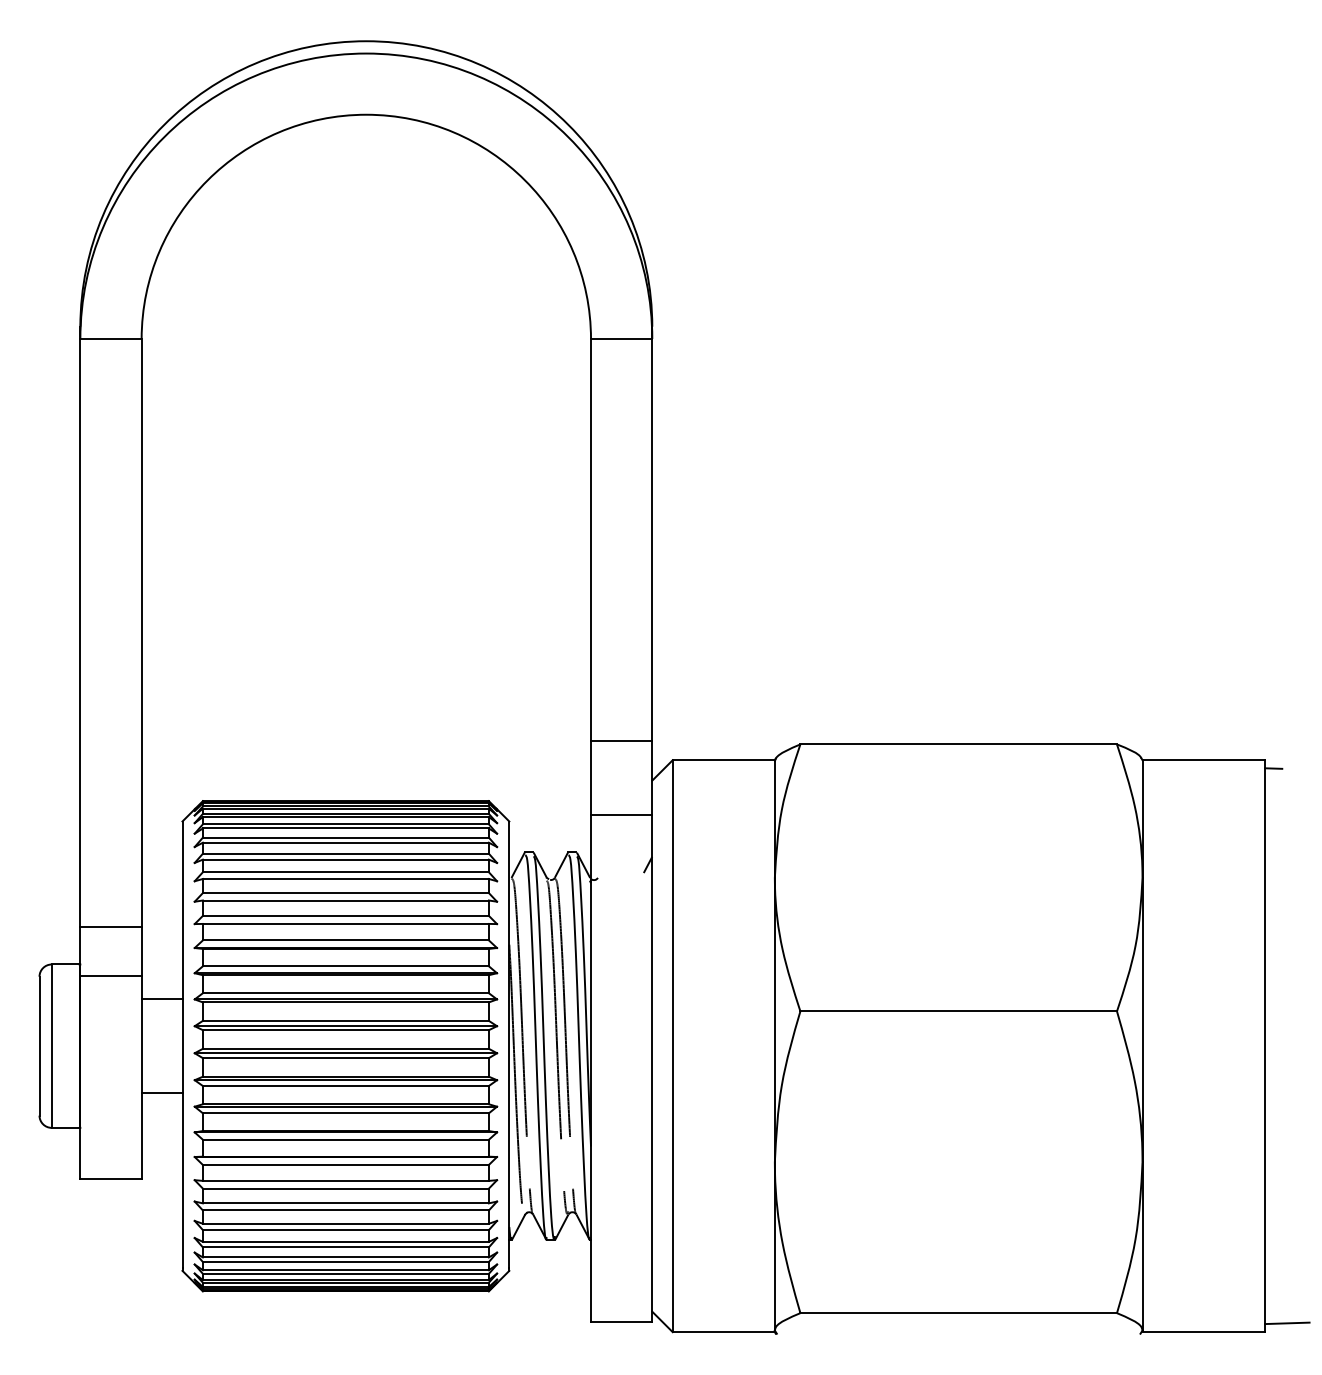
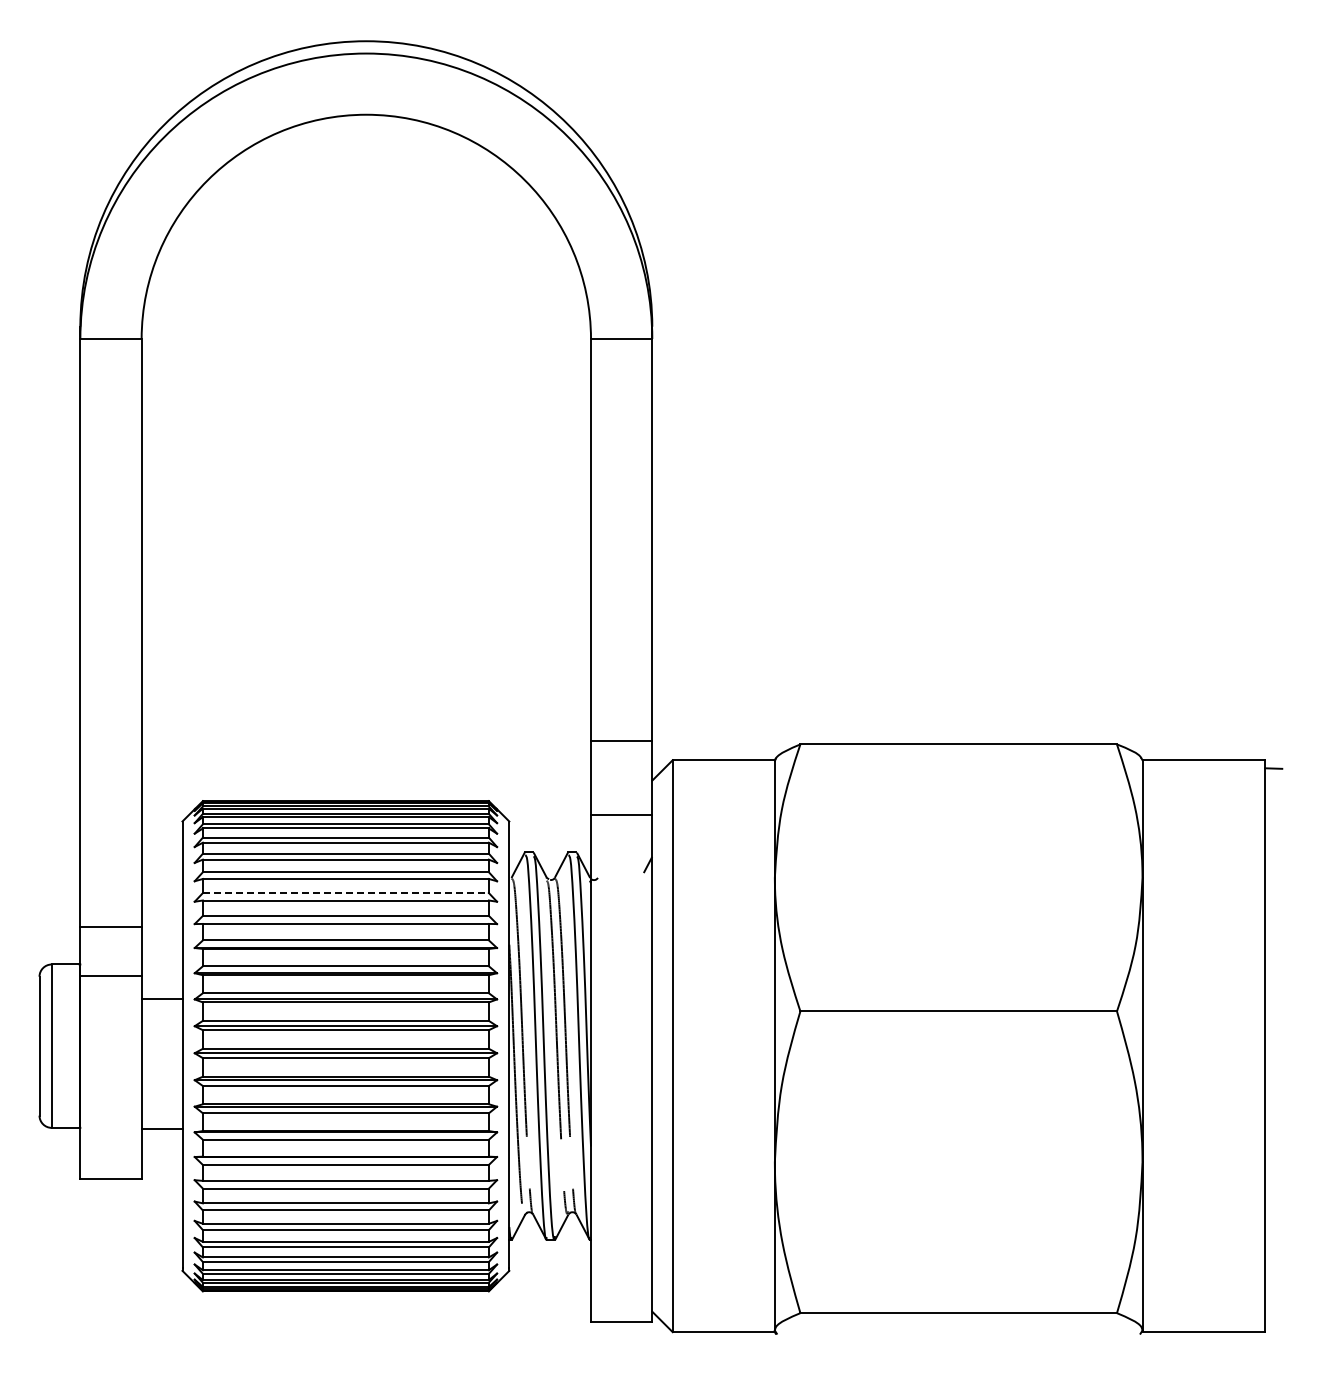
line at (345, 893): solid -> dashed
line at (161, 1093) position: (161, 1093) -> (161, 1129)
line at (1287, 1323): present -> none
